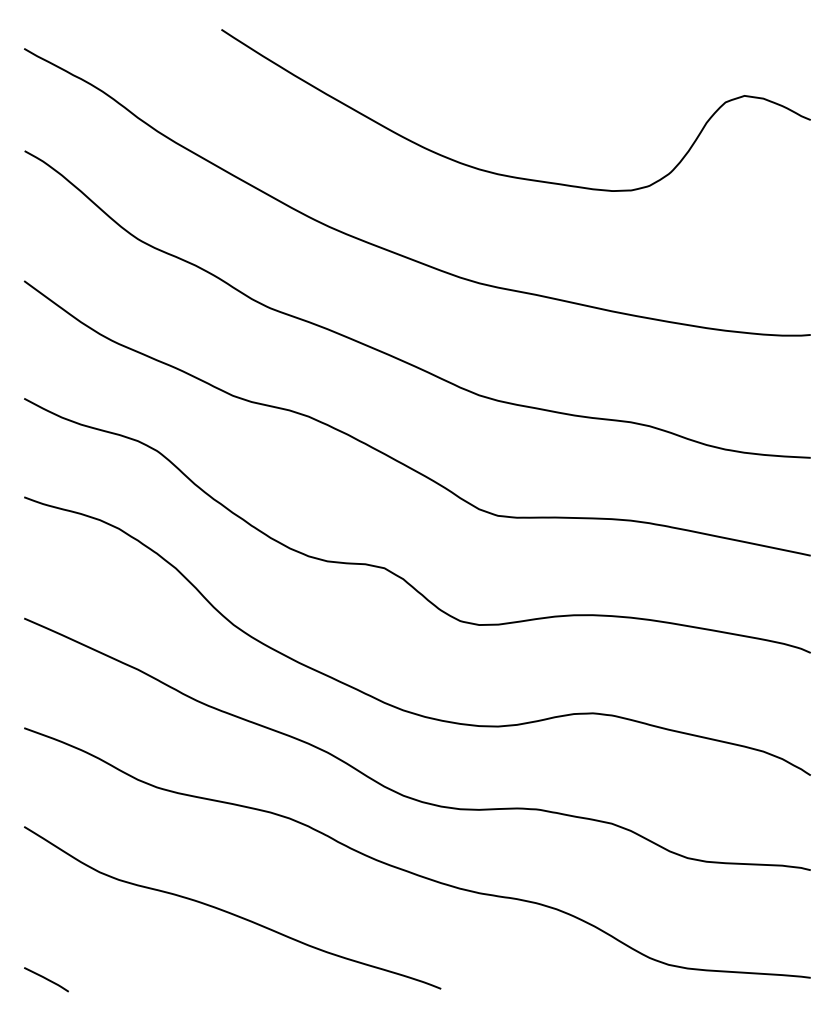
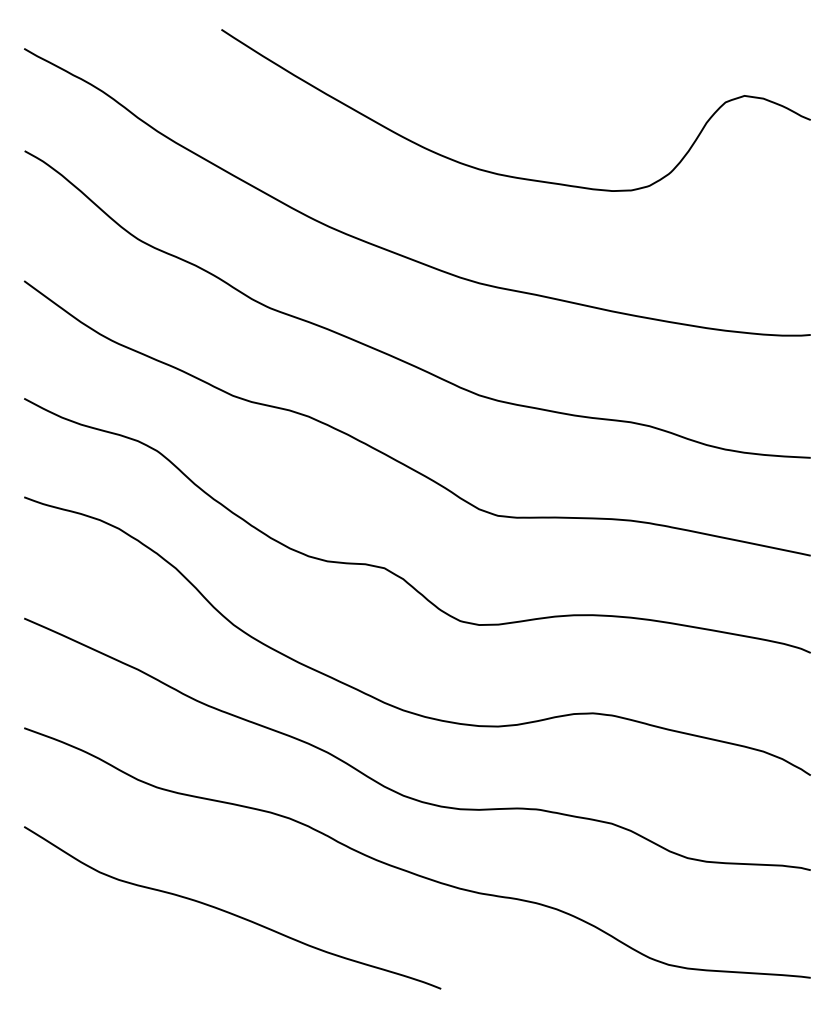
line at (46, 979): present -> none
